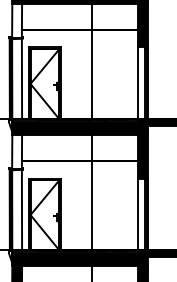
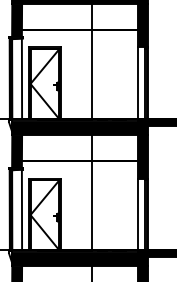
fill at (17, 20): none -> present
fill at (17, 151): none -> present
